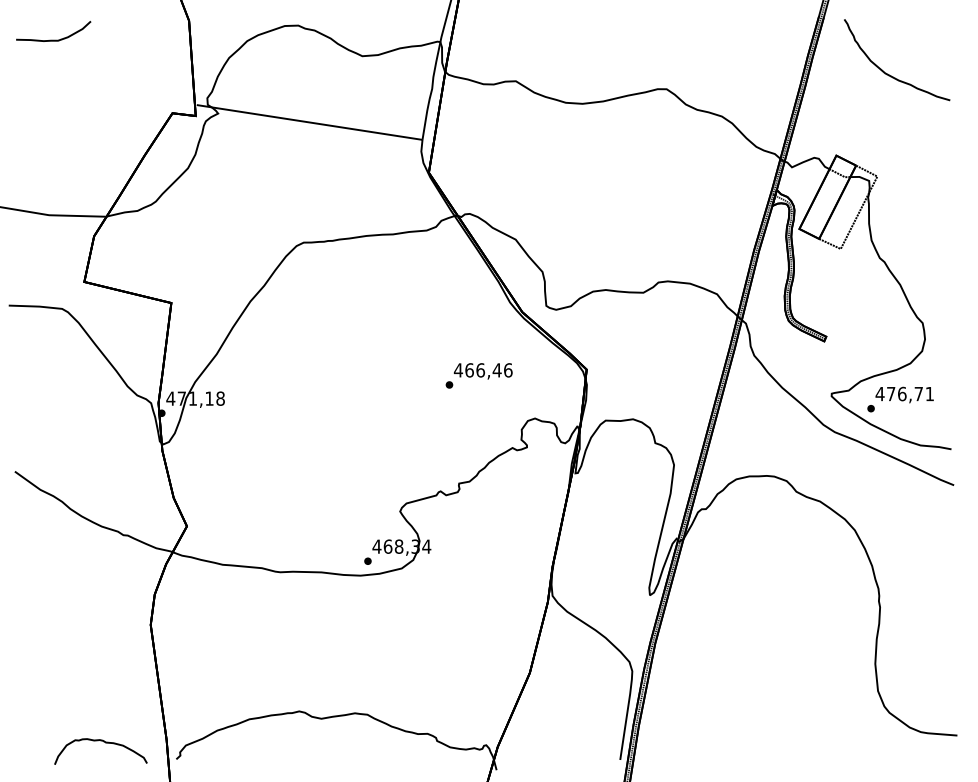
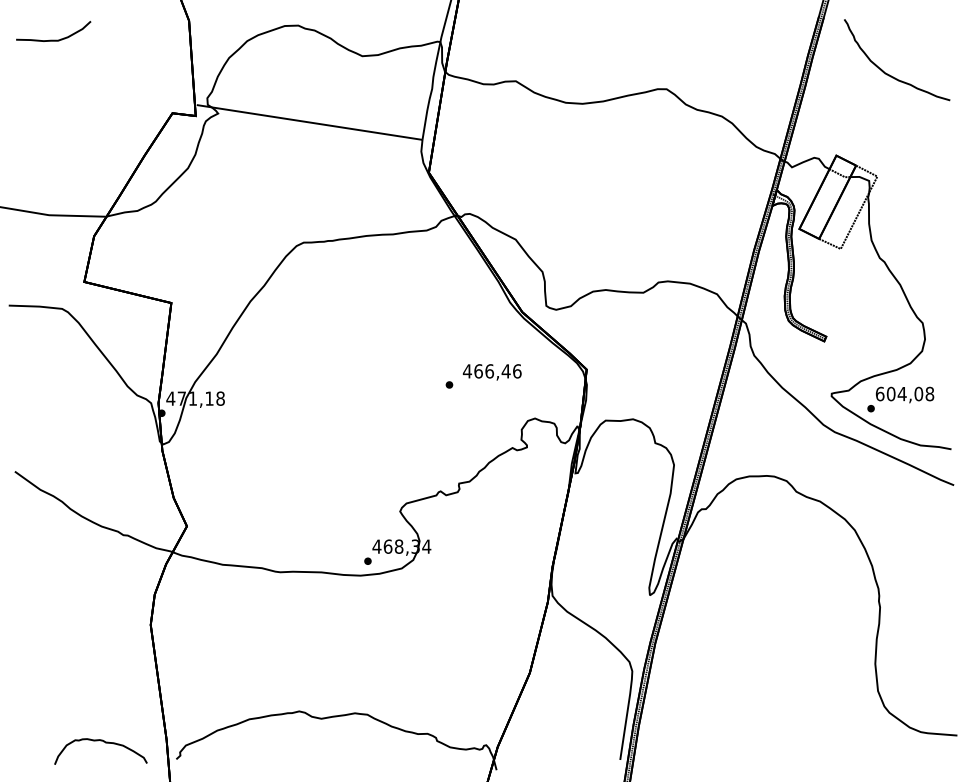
text at (482, 371) position: (482, 371) -> (491, 372)
text at (904, 393): 476,71 -> 604,08
